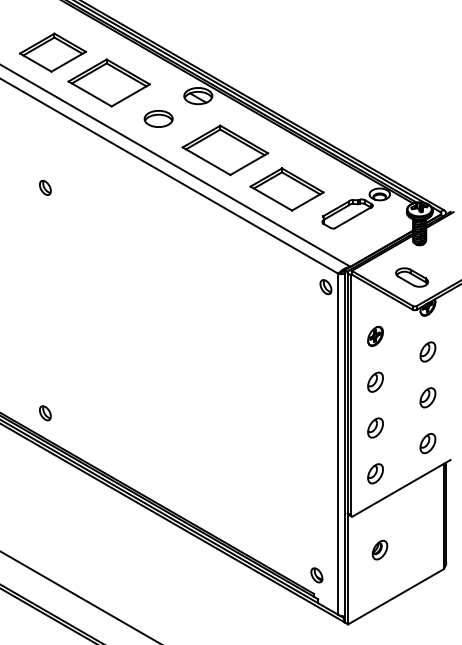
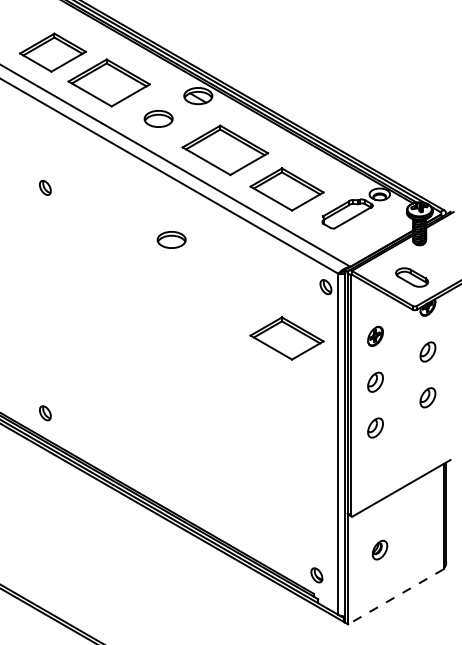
part at (171, 239): none -> present
part at (286, 338): none -> present
part at (427, 443): present -> none
part at (375, 473): present -> none
line at (79, 596): present -> none
line at (395, 597): solid -> dashed
